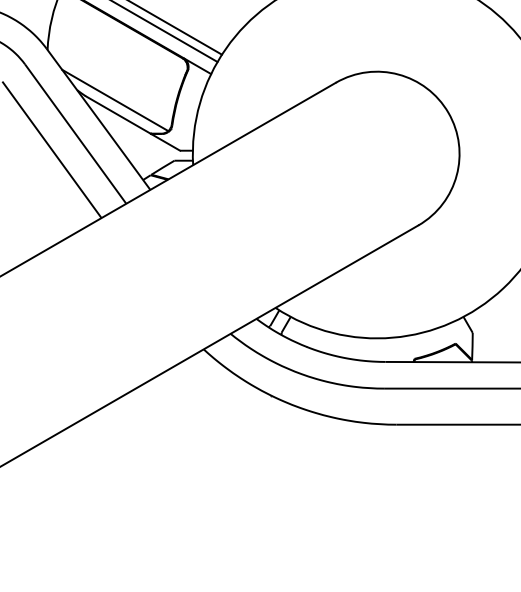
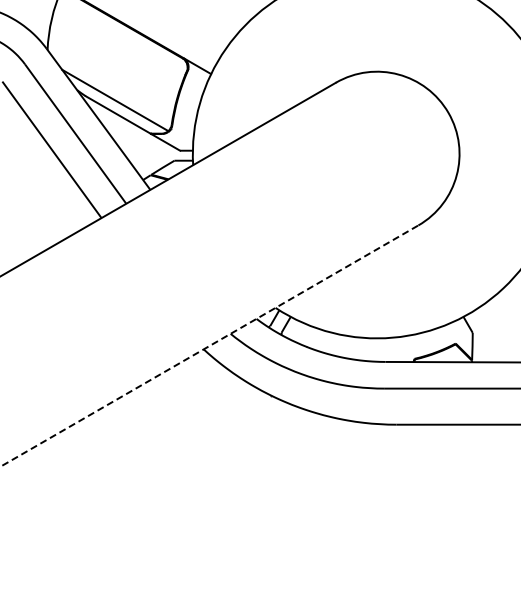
line at (176, 28): present -> none
line at (165, 31): present -> none
line at (209, 345): solid -> dashed
